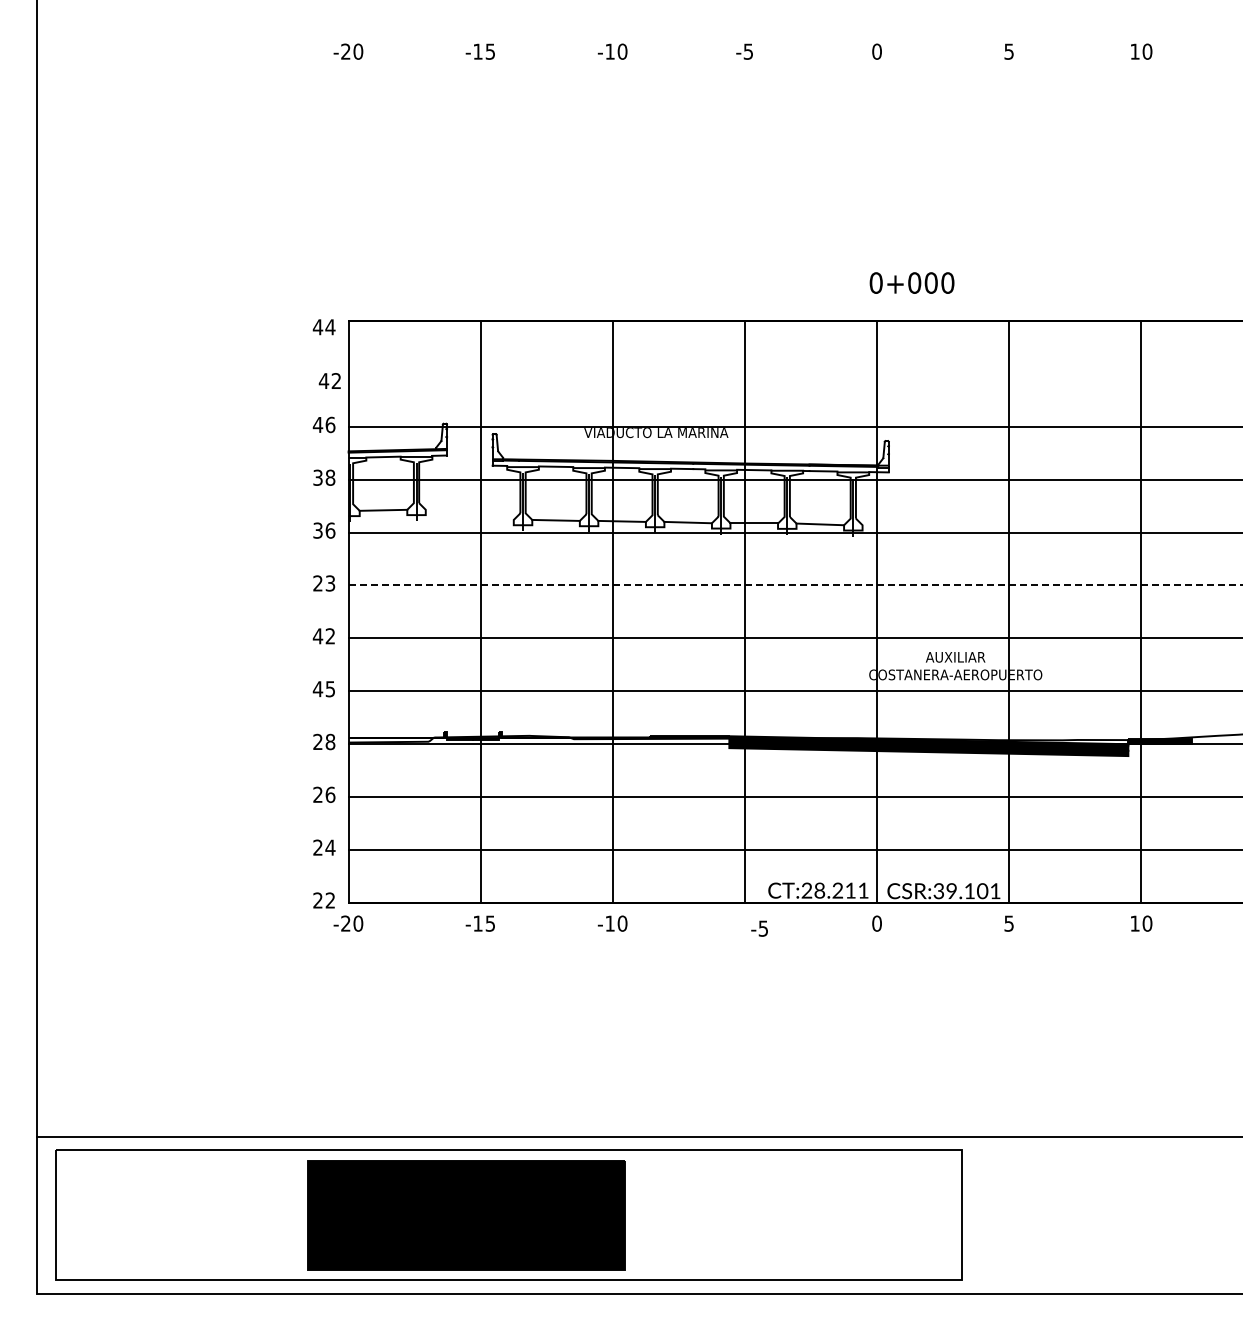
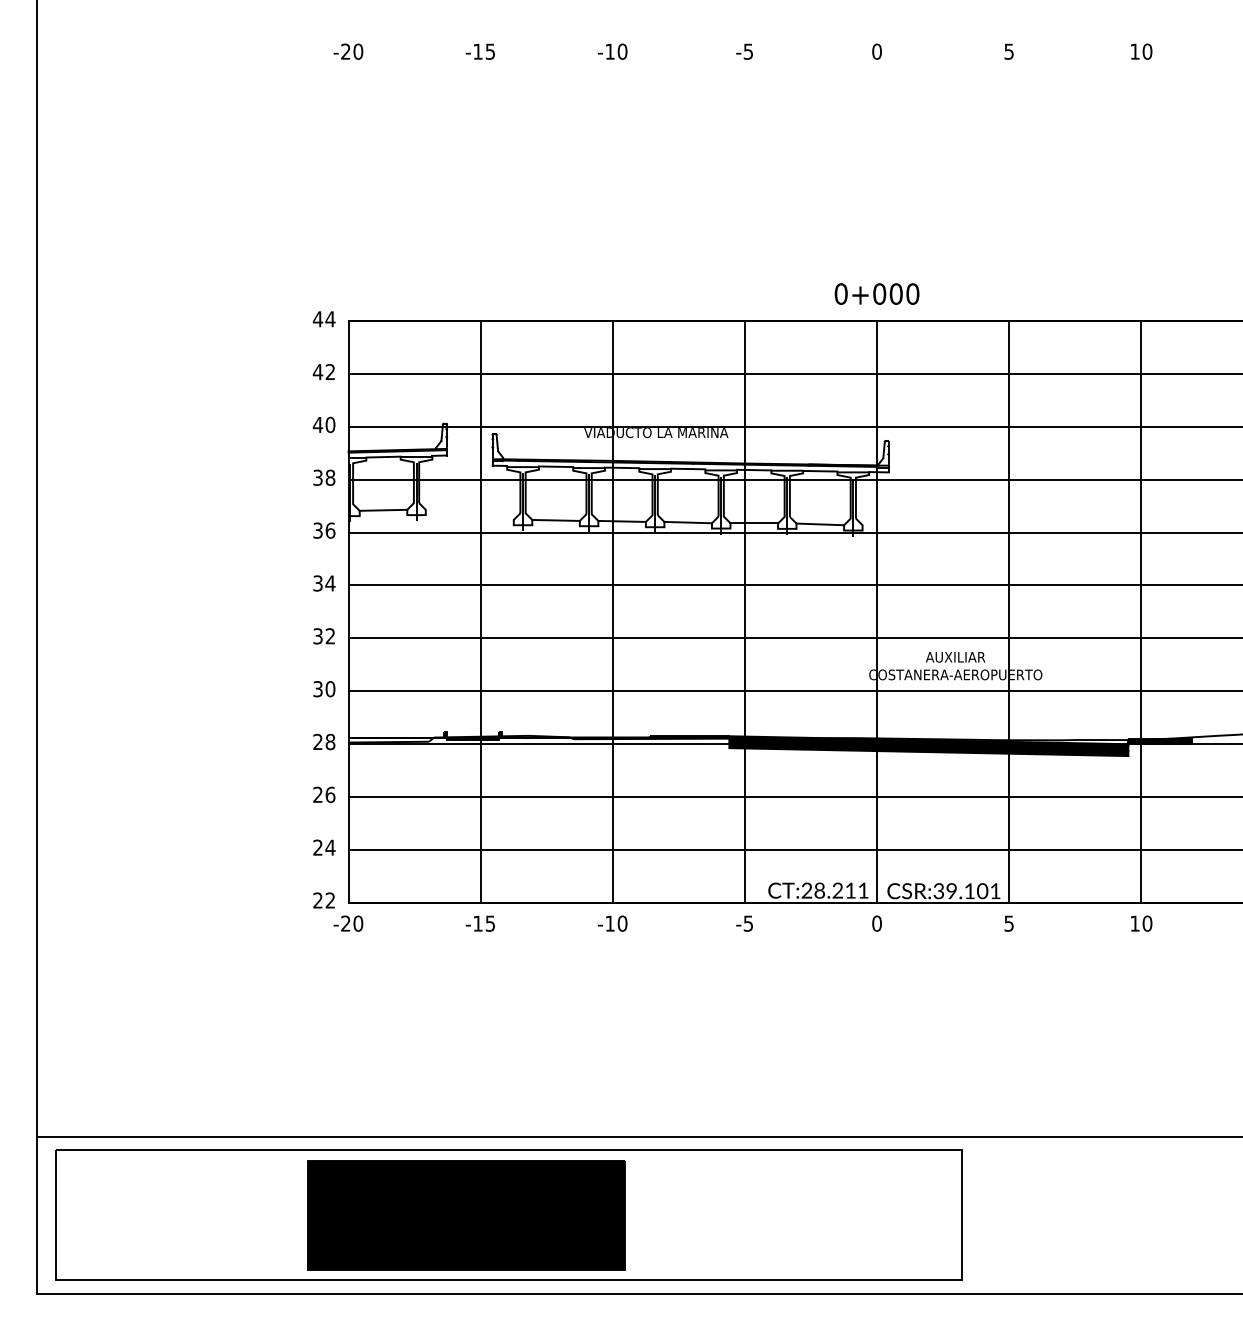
text at (911, 282) position: (911, 282) -> (876, 293)
text at (323, 327) position: (323, 327) -> (323, 319)
line at (793, 374): none -> present
text at (329, 380) position: (329, 380) -> (323, 371)
text at (330, 424): 46 -> 40
text at (324, 583): 23 -> 34
line at (795, 585): dashed -> solid
text at (317, 636): 42 -> 32
text at (323, 689): 45 -> 30
text at (759, 928) position: (759, 928) -> (744, 923)
